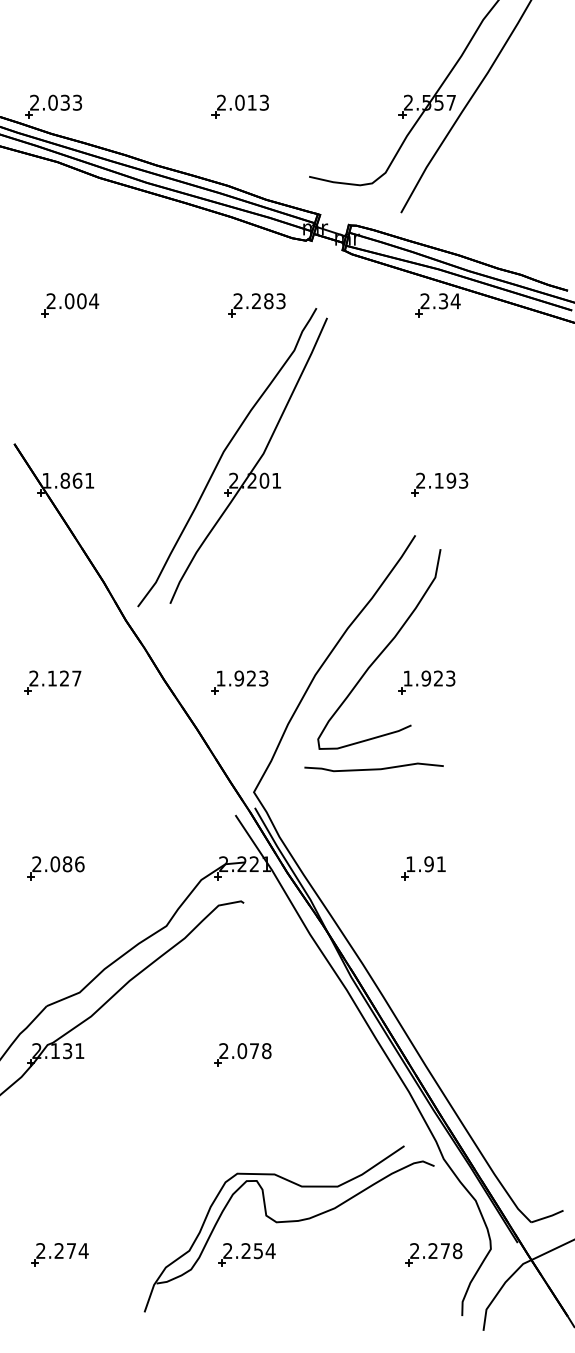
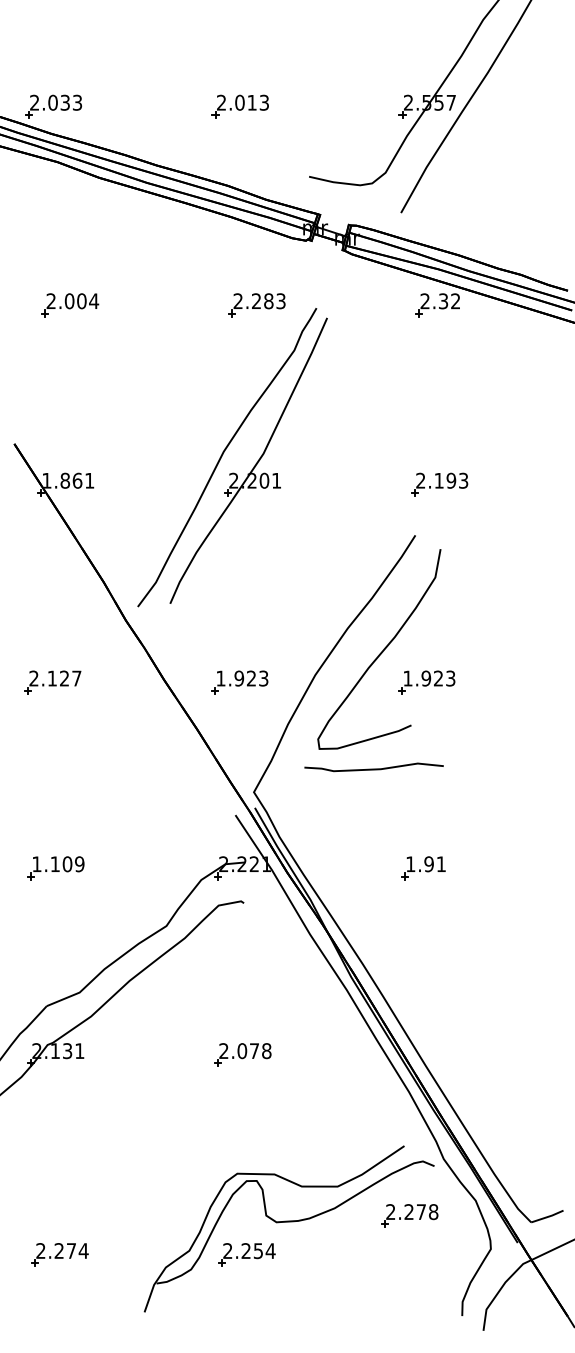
text at (455, 301): 2.34 -> 2.32
text at (58, 864): 2.086 -> 1.109
part at (433, 1254) position: (433, 1254) -> (409, 1215)
